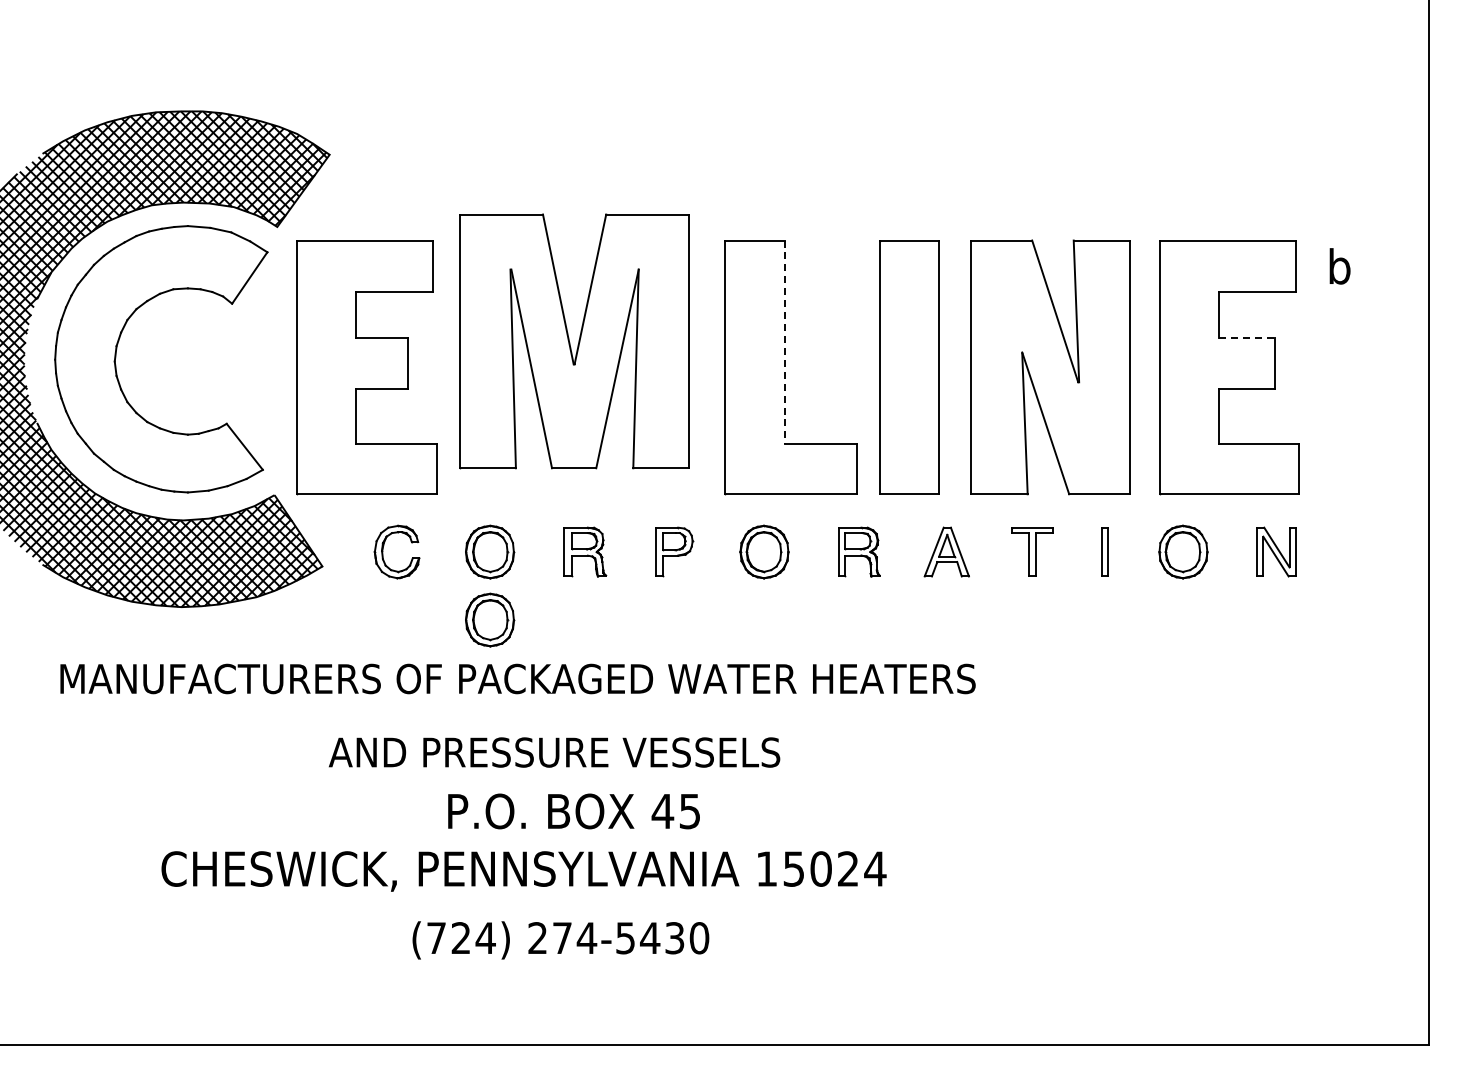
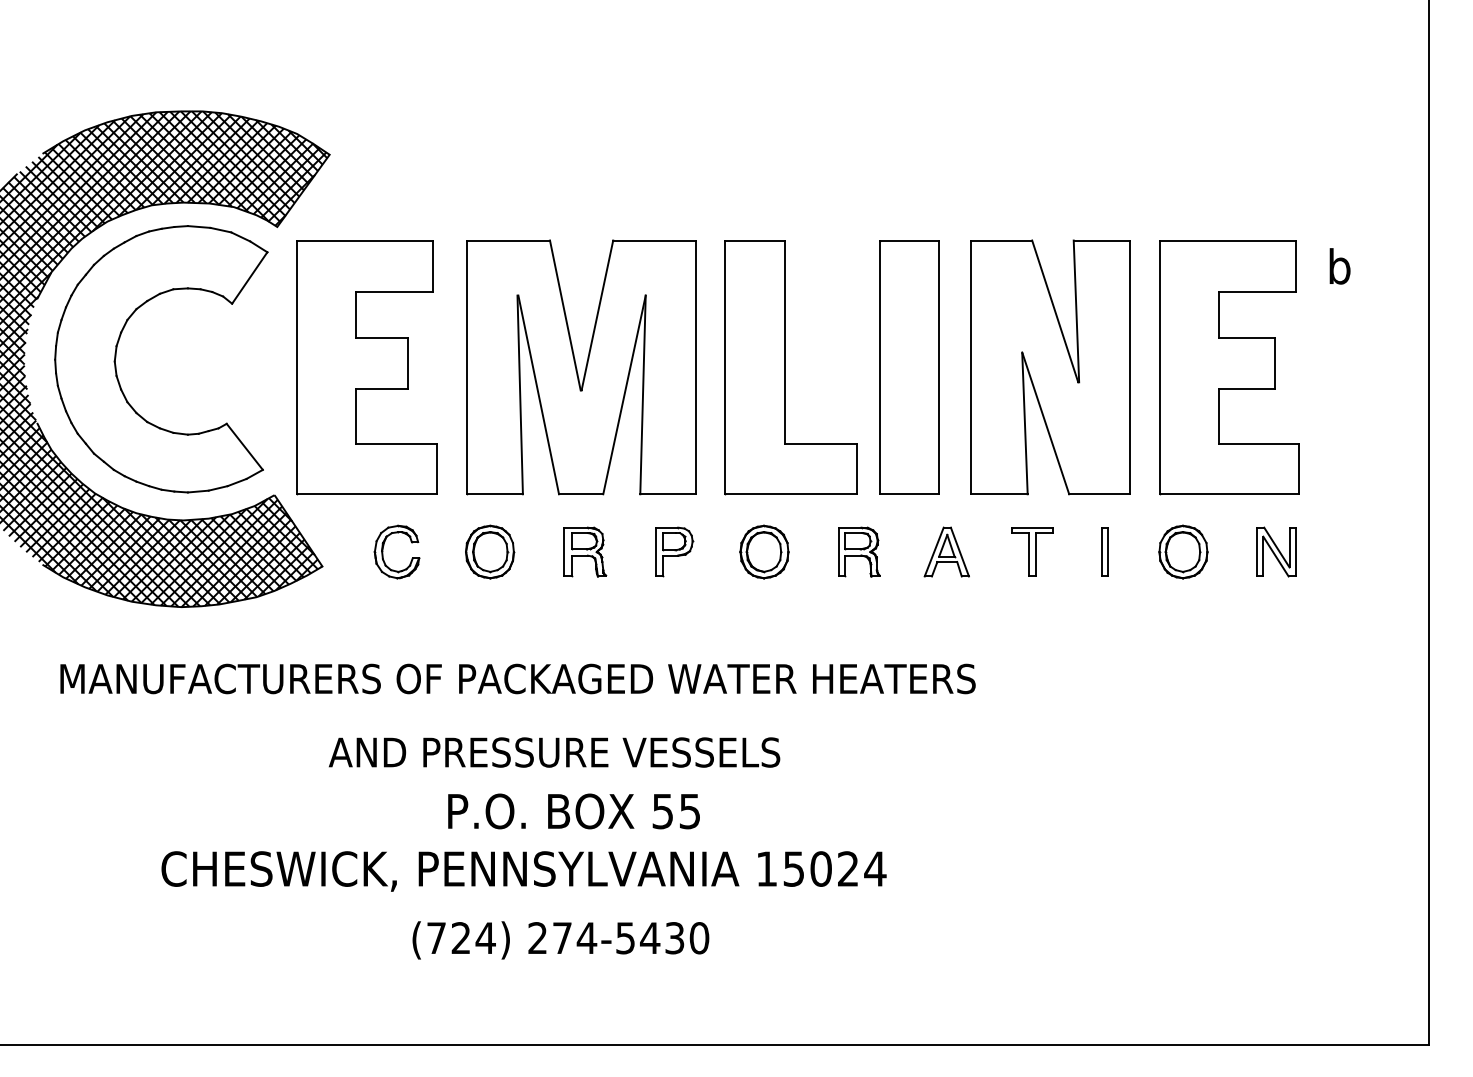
line at (1247, 338): dashed -> solid
part at (574, 341) position: (574, 341) -> (581, 367)
line at (784, 342): dashed -> solid
part at (490, 619): present -> none
text at (662, 811): 45 -> 55
